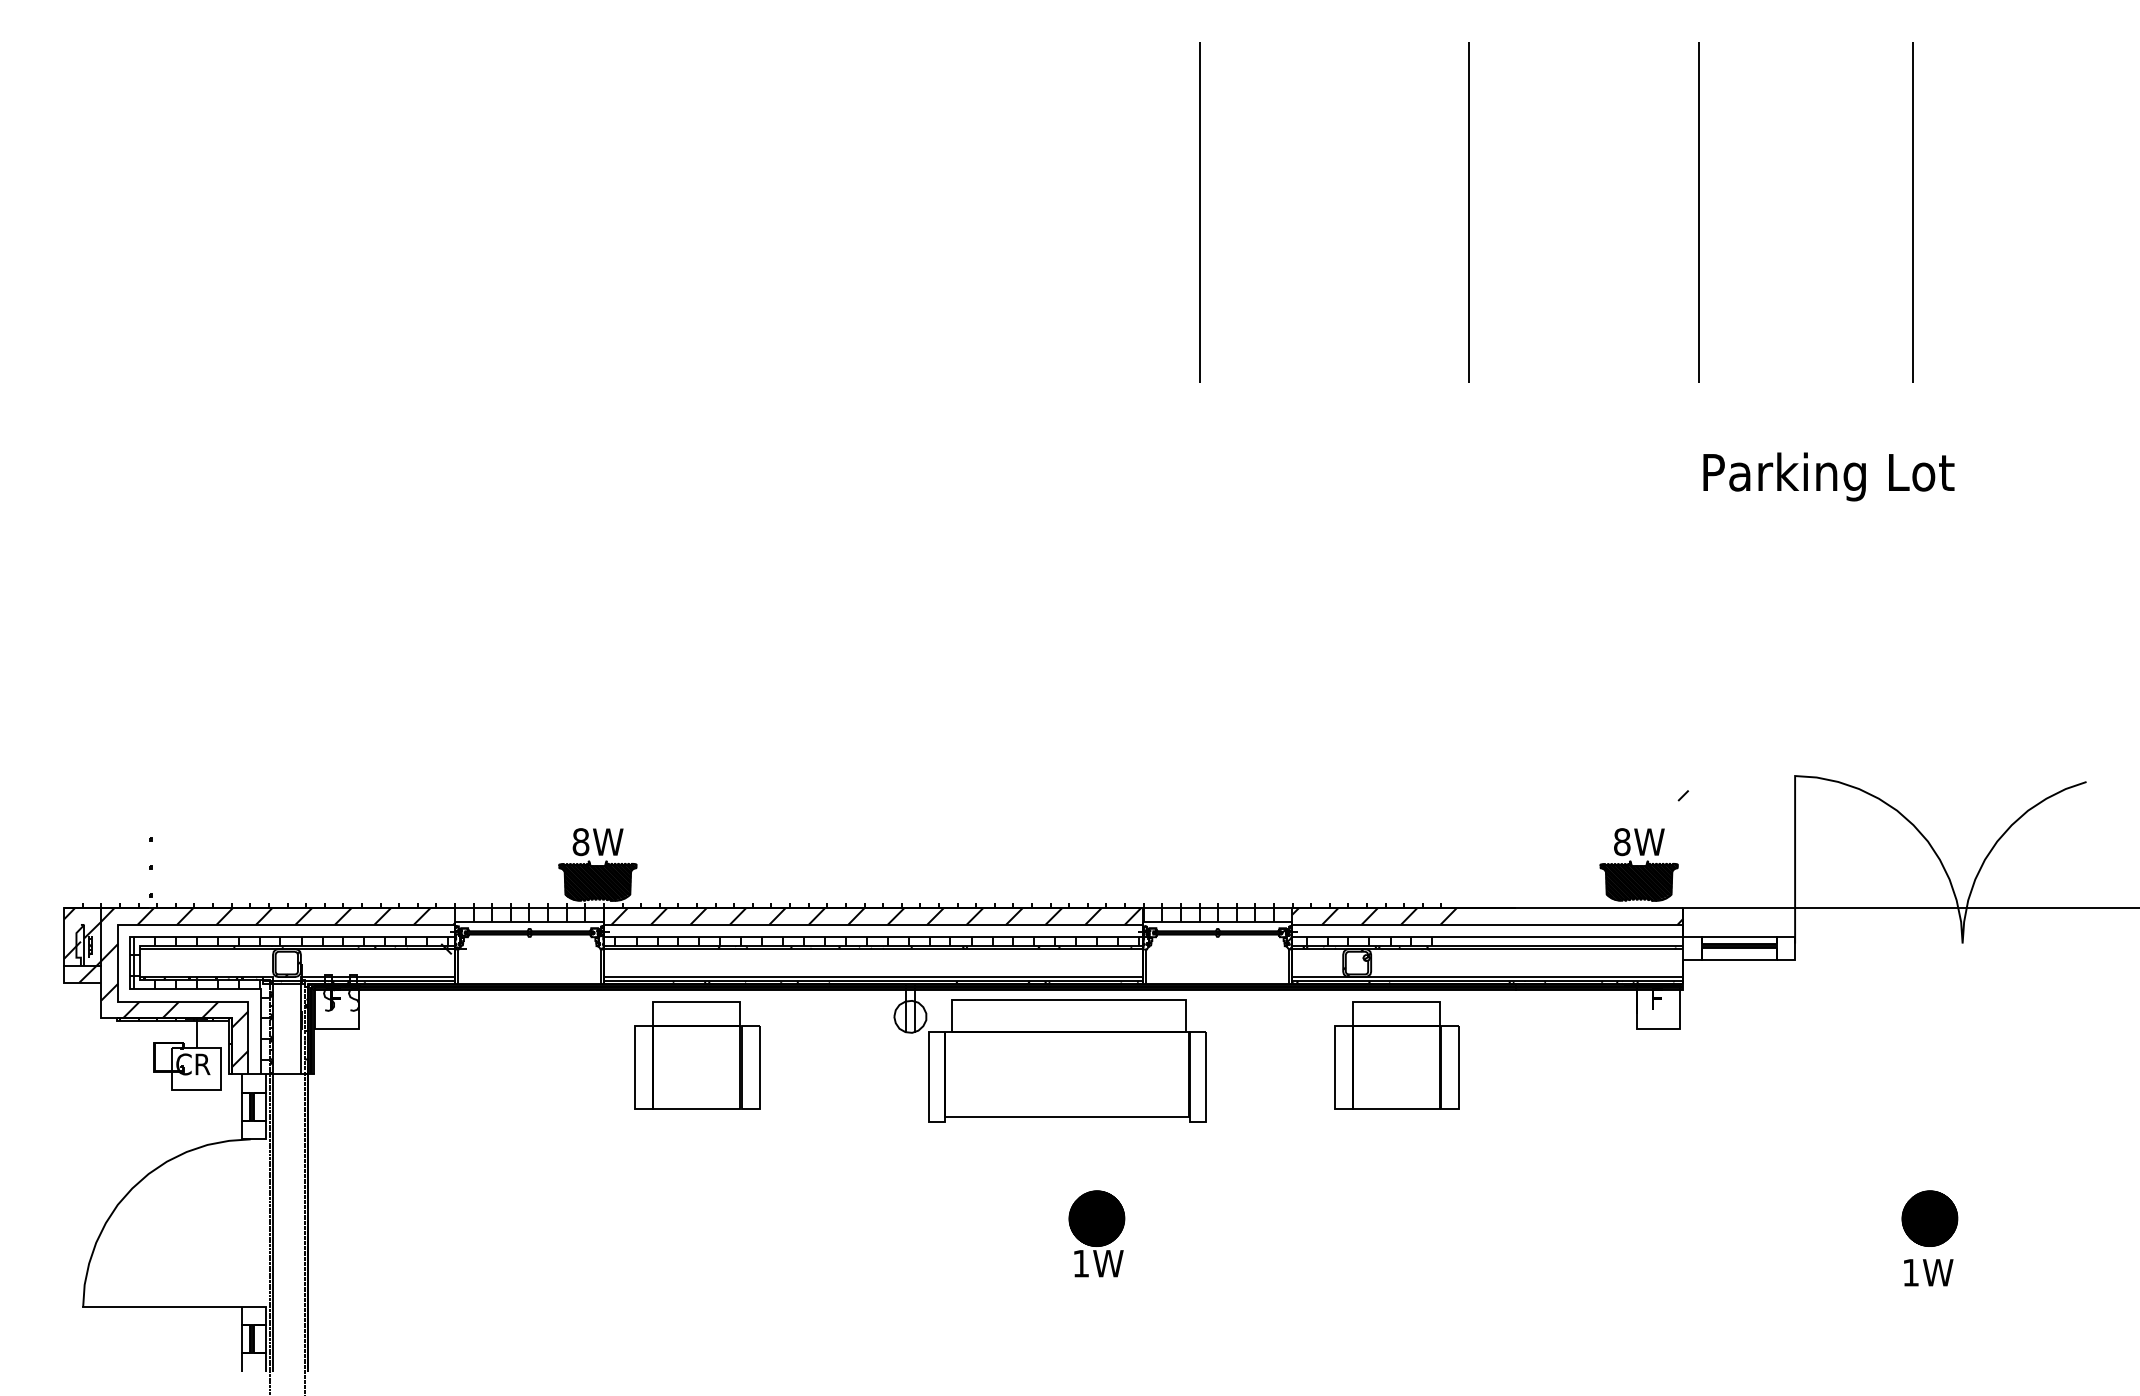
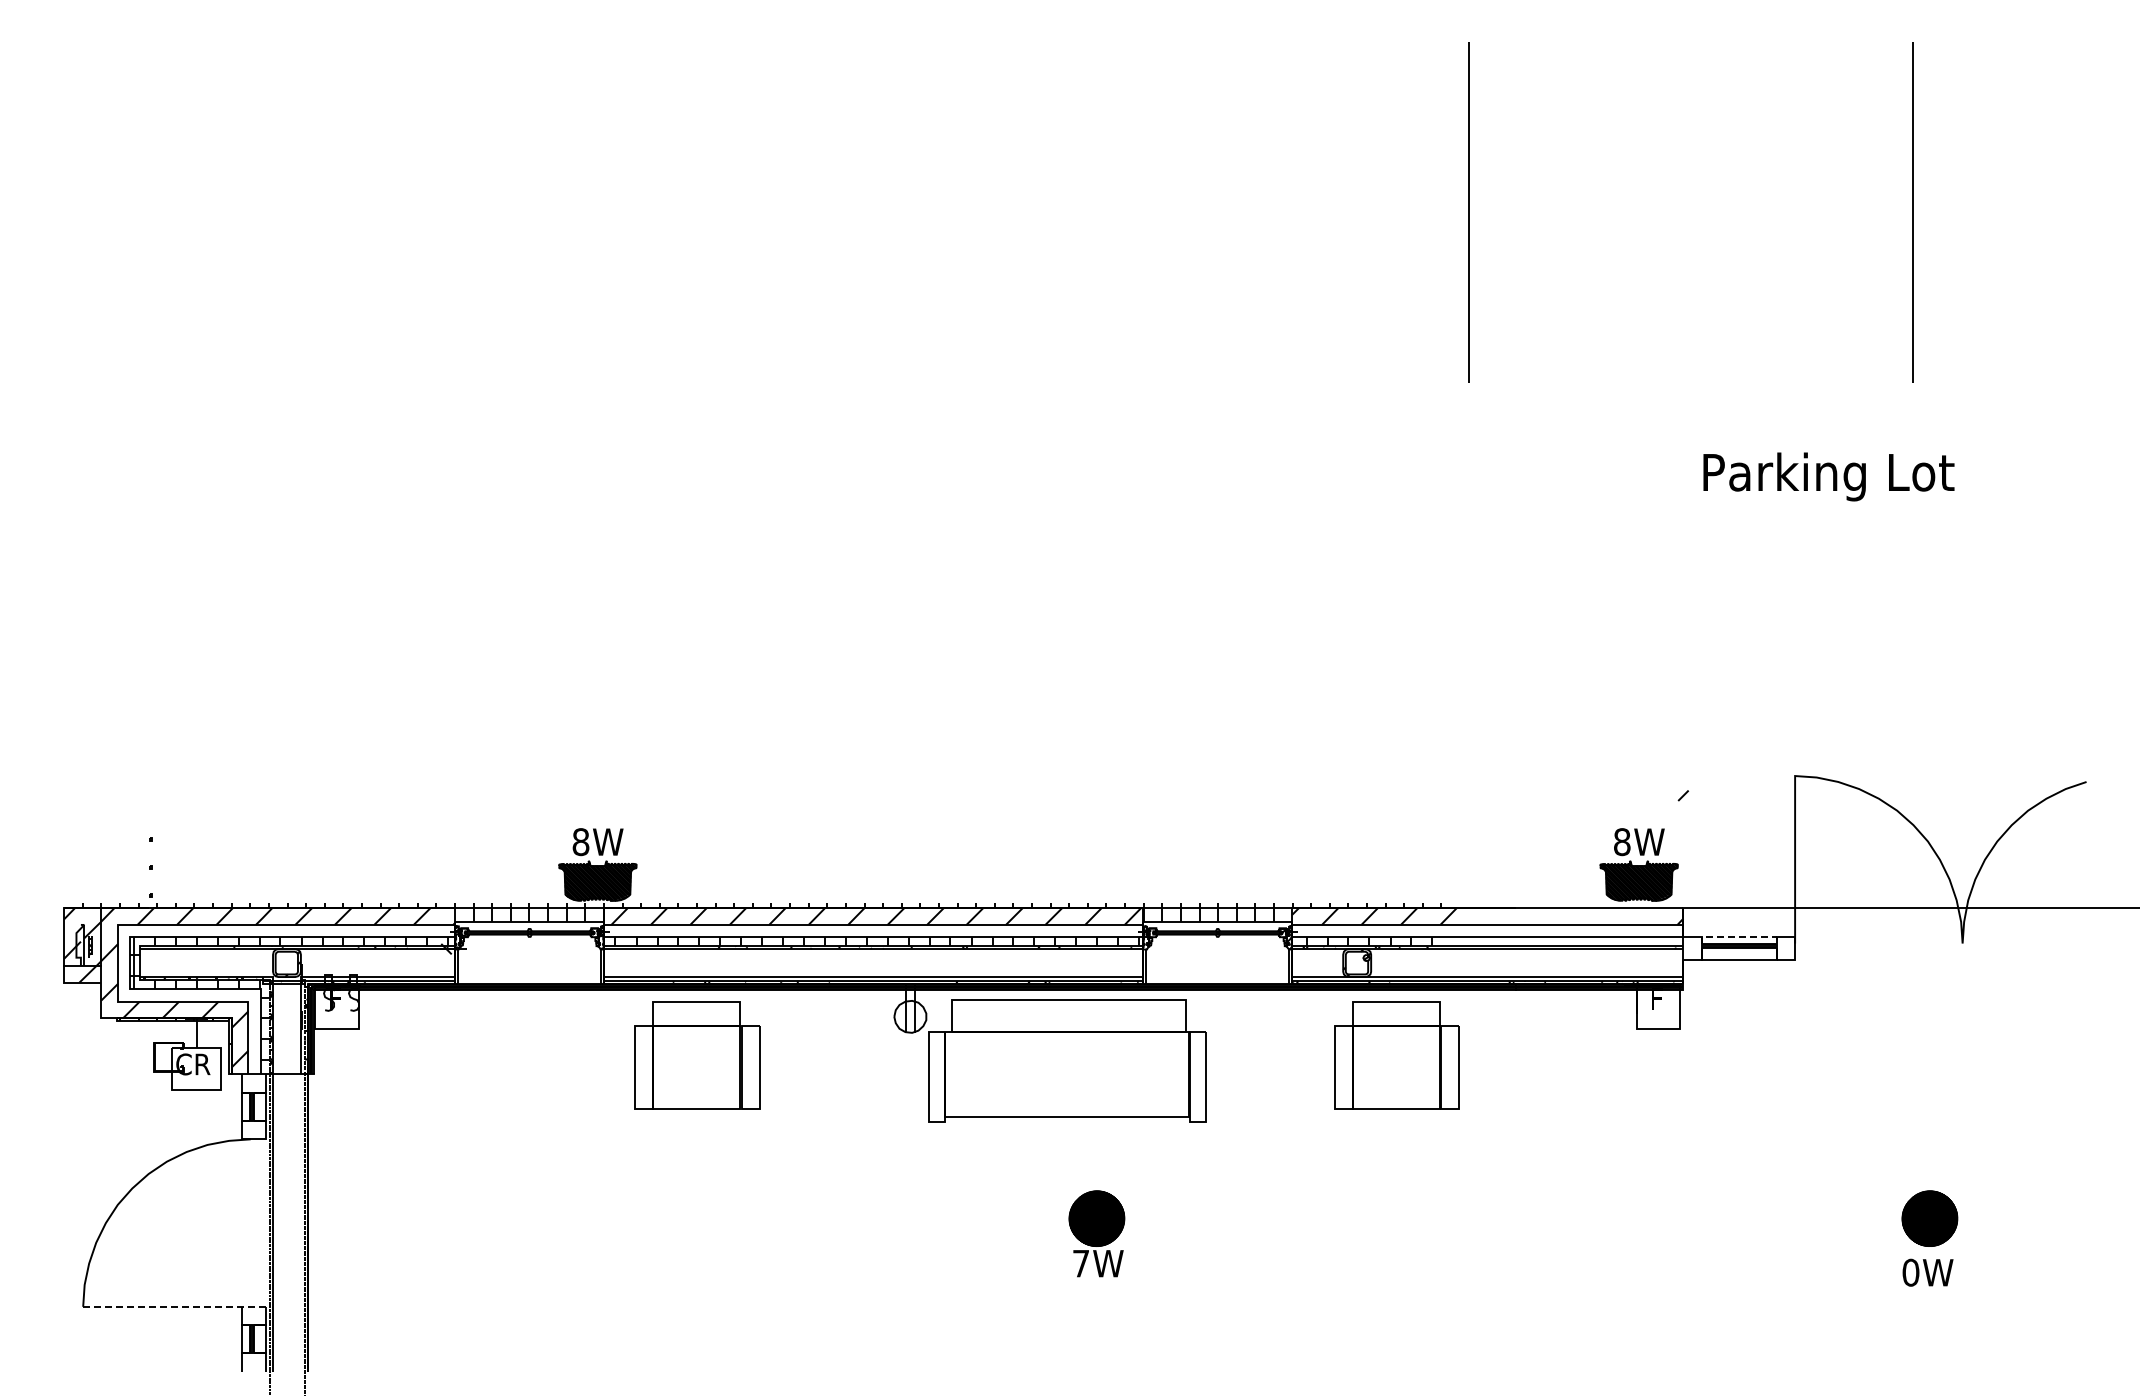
line at (1199, 212): present -> none
line at (1698, 212): present -> none
line at (1739, 936): solid -> dashed
text at (1080, 1263): 1W -> 7W
text at (1910, 1272): 1W -> 0W
line at (174, 1306): solid -> dashed
